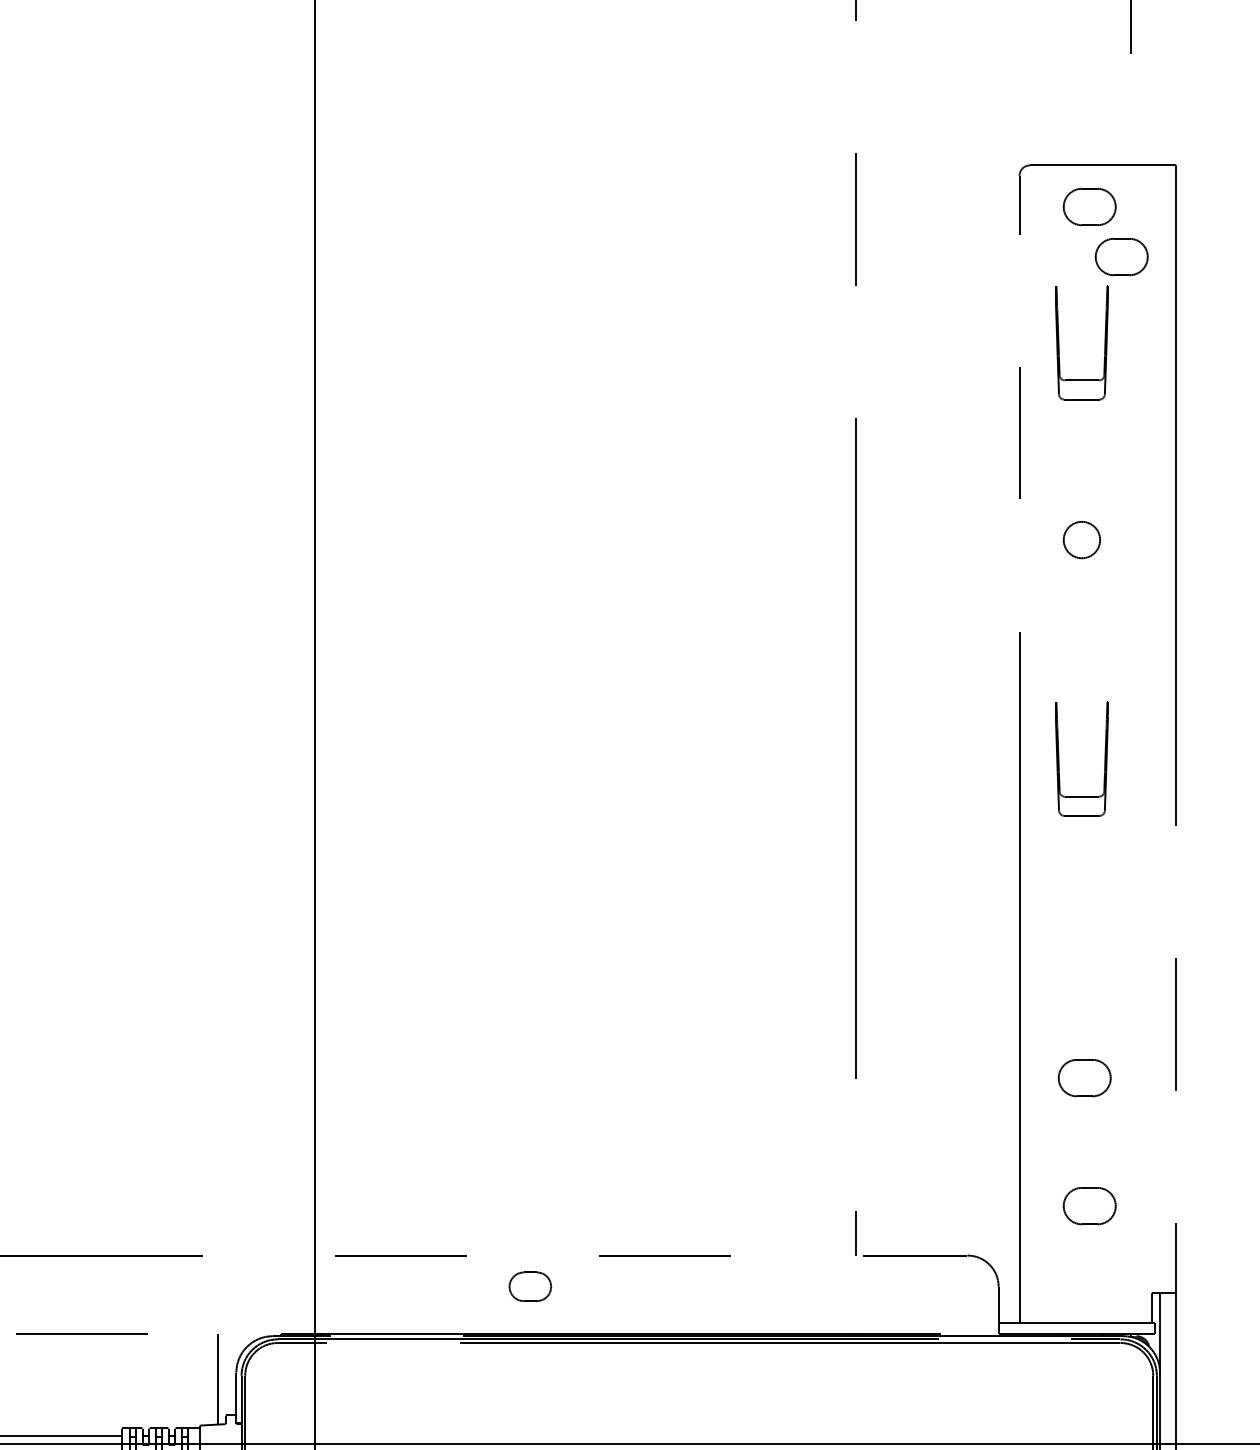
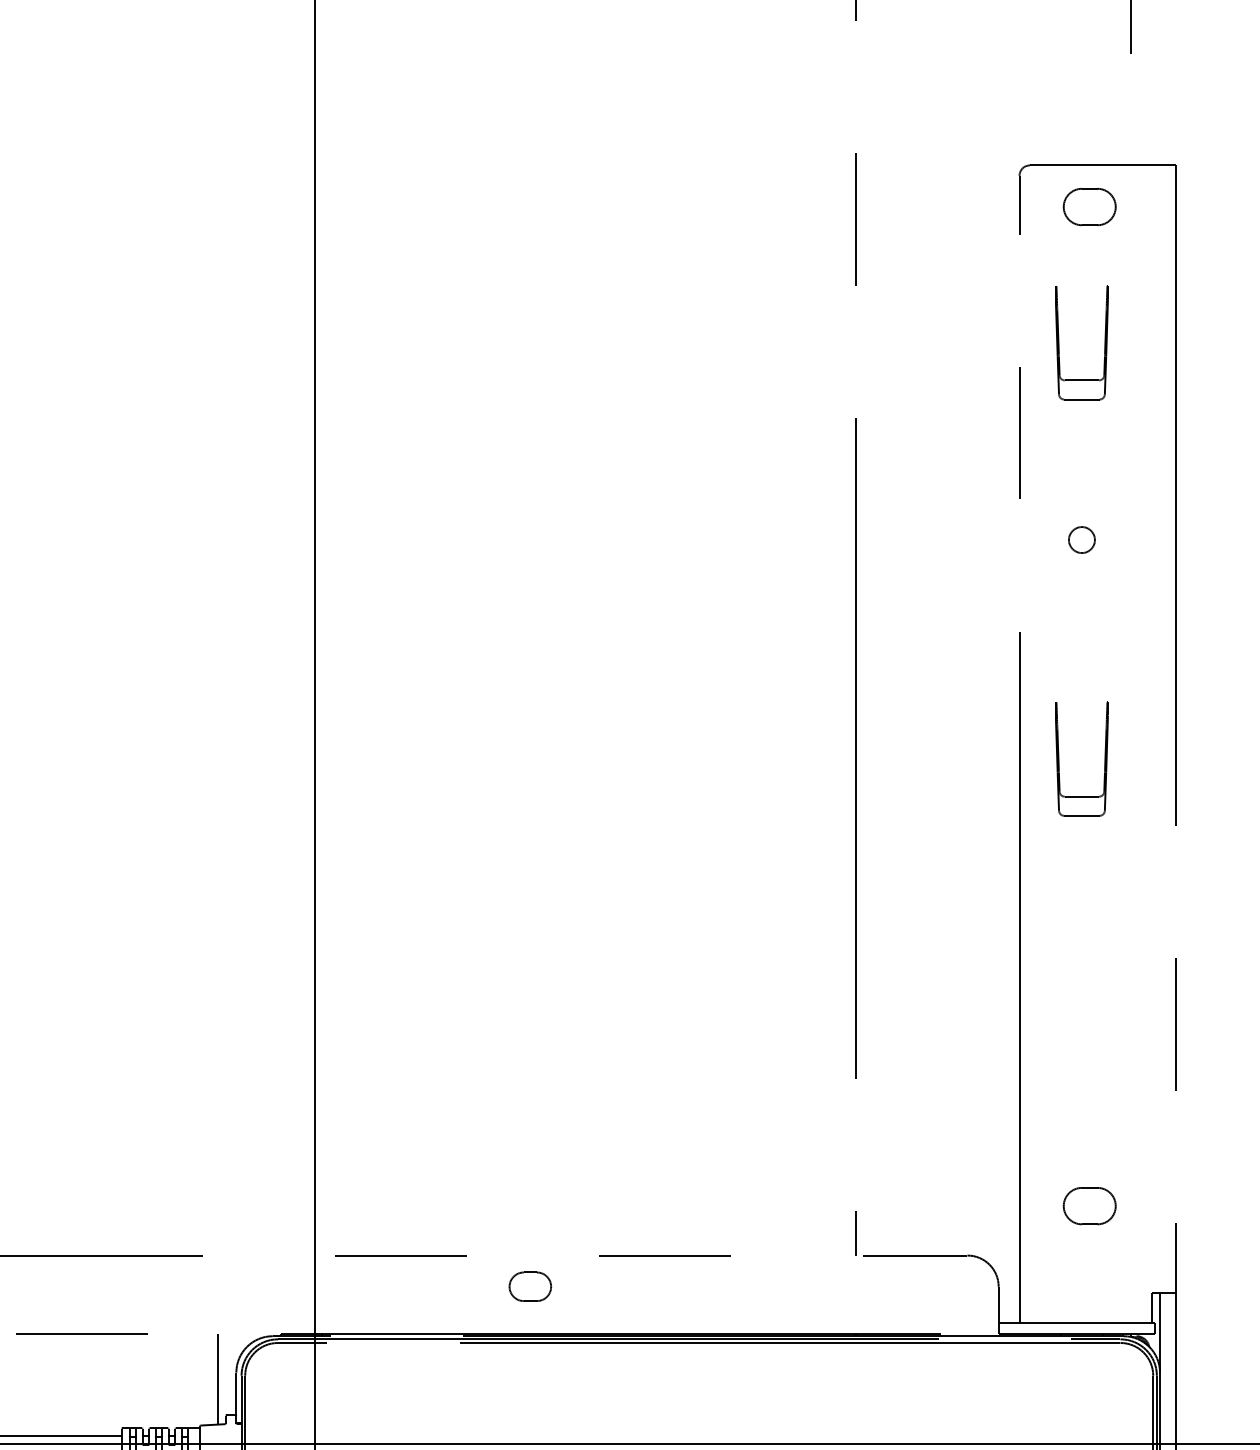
part at (1121, 257): present -> none
circle at (1081, 539) diameter: 36 px -> 26 px
part at (1084, 1078): present -> none
